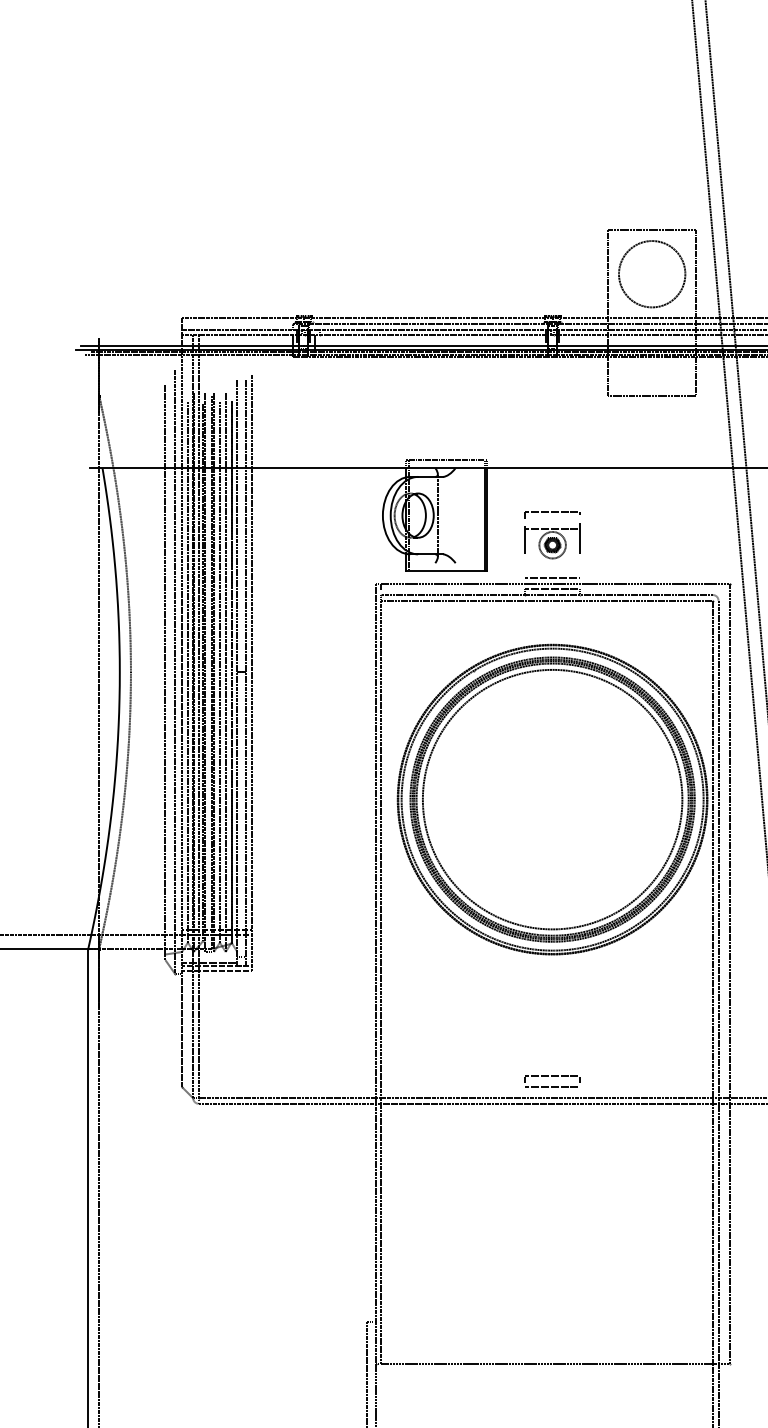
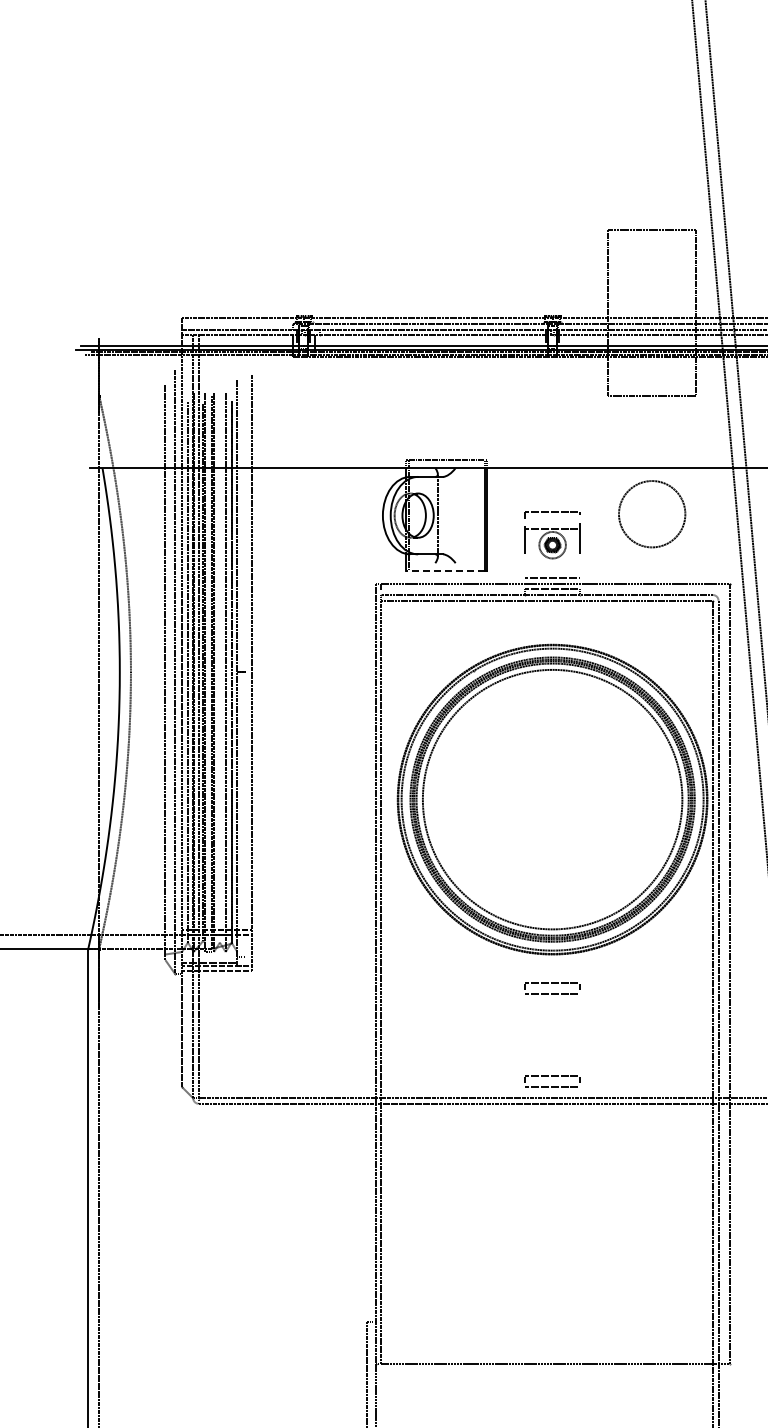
circle at (652, 274) position: (652, 274) -> (652, 514)
line at (444, 570): solid -> dashed
line at (219, 672): present -> none
line at (246, 672): present -> none
part at (552, 988): none -> present
